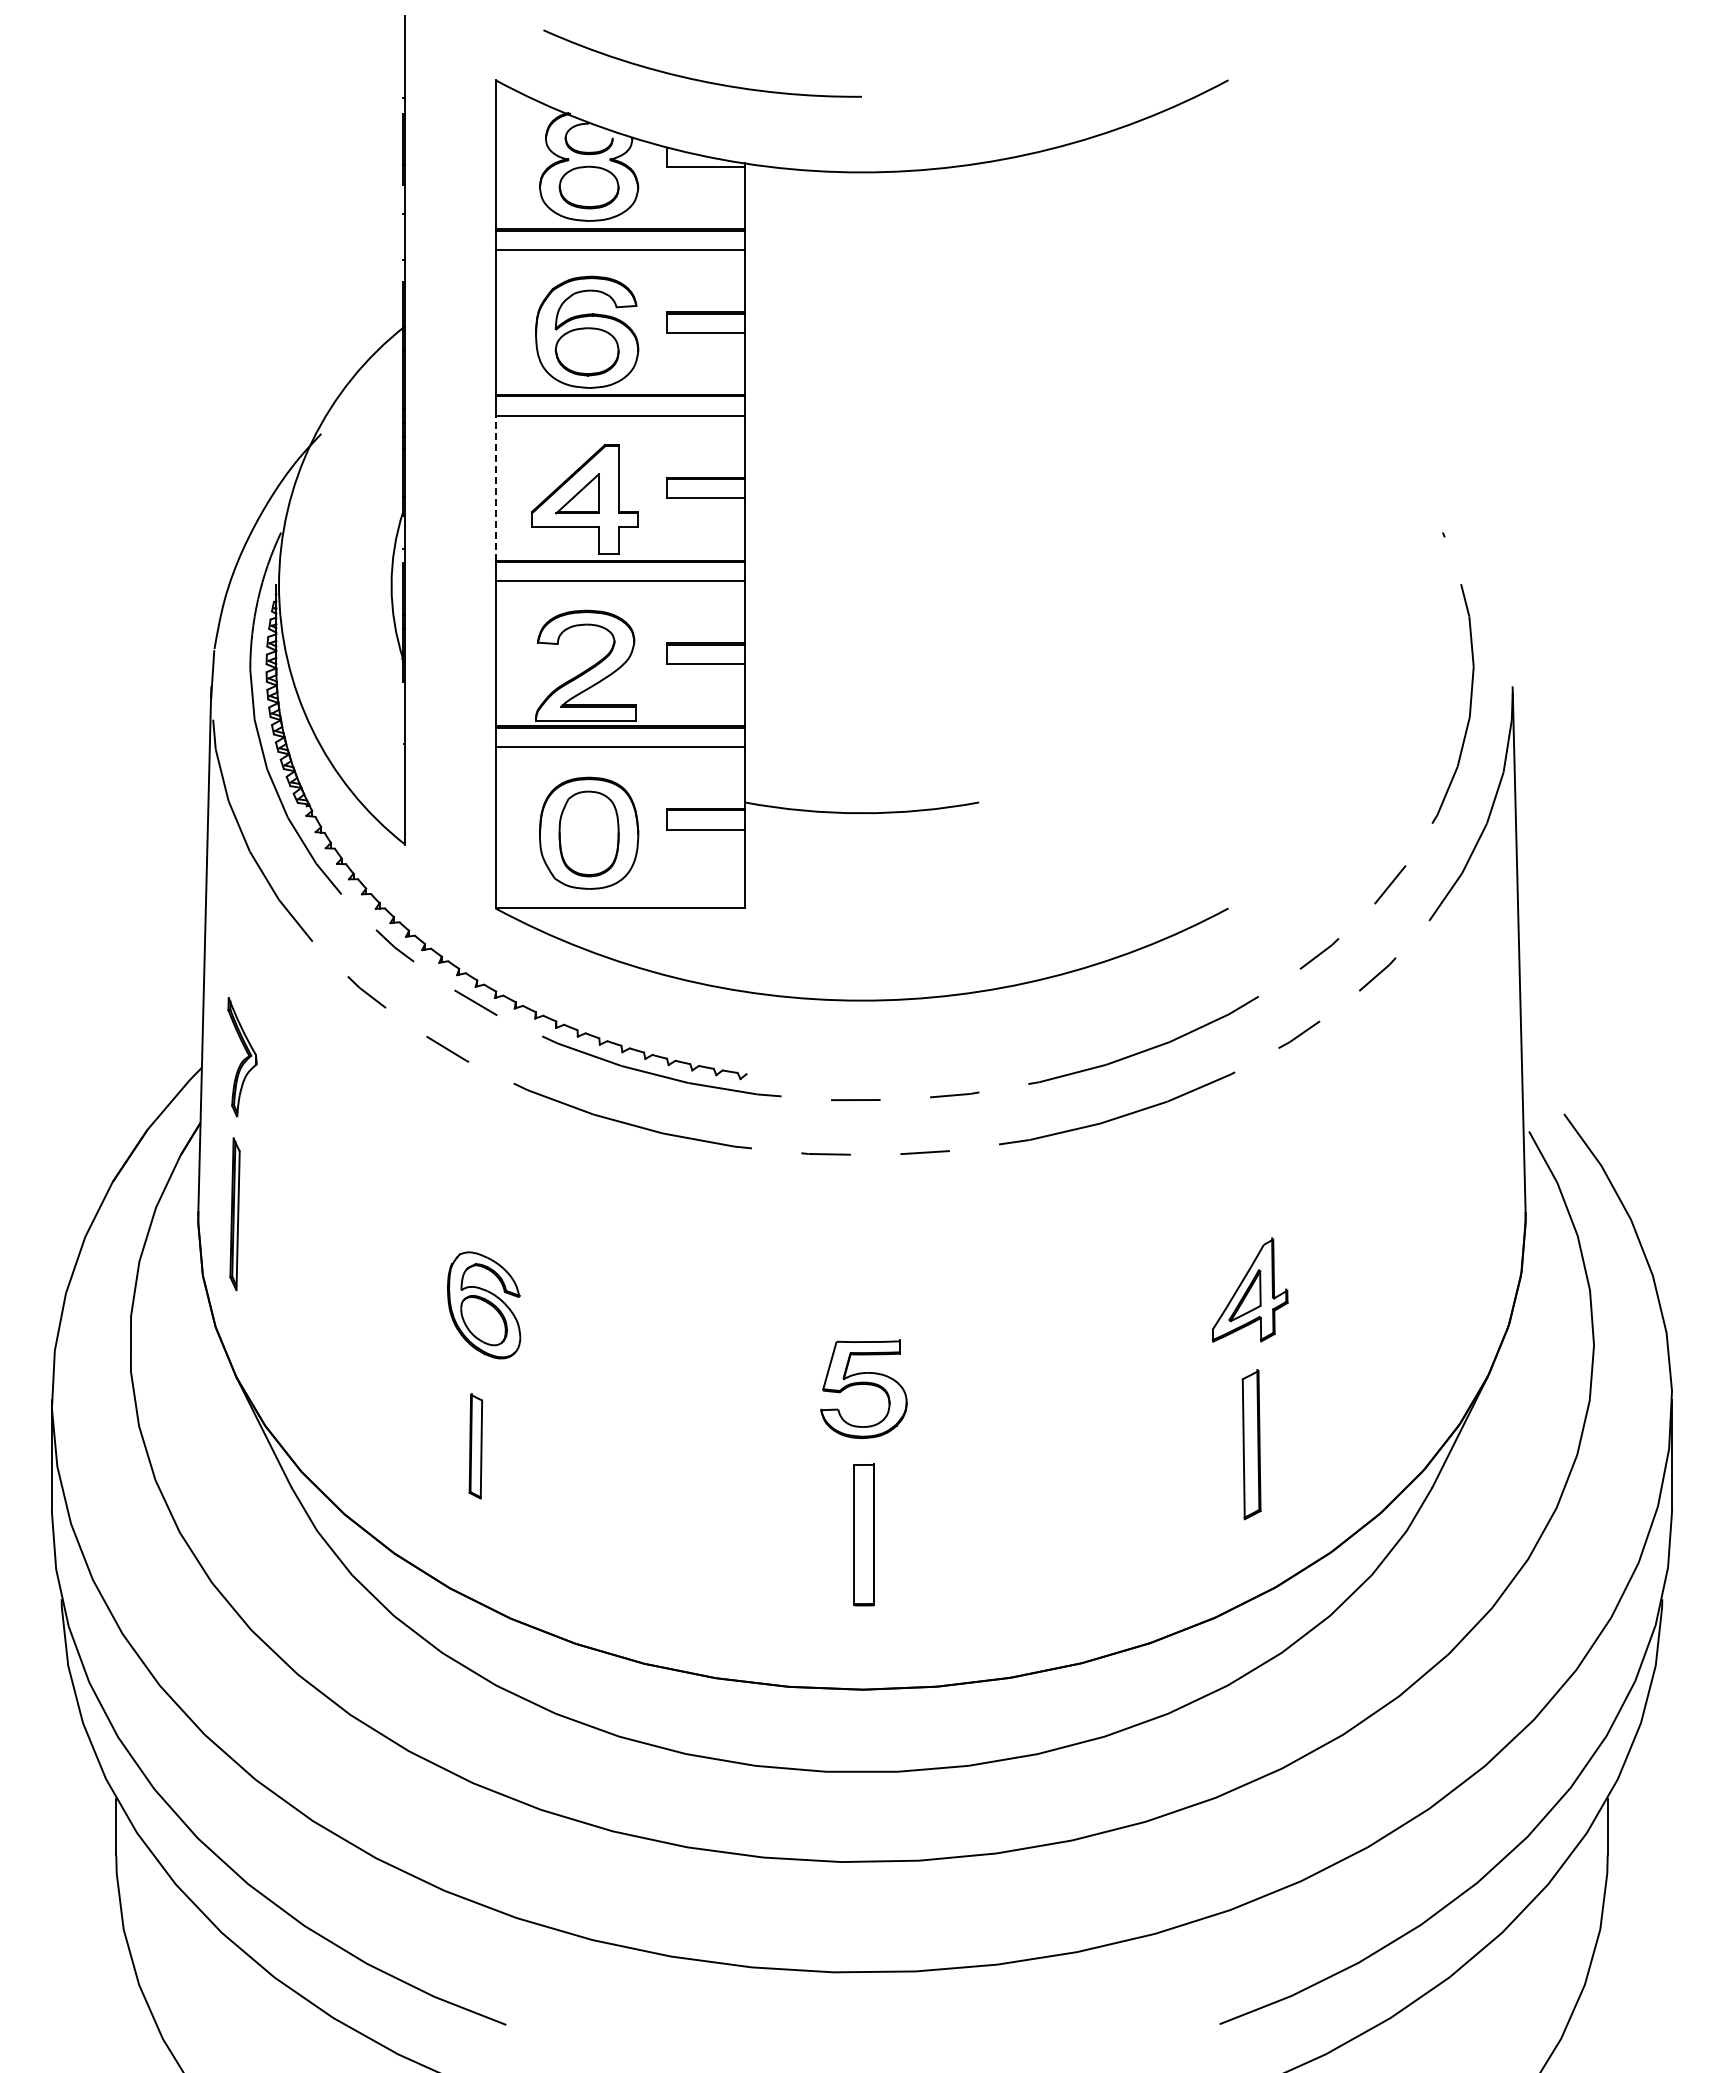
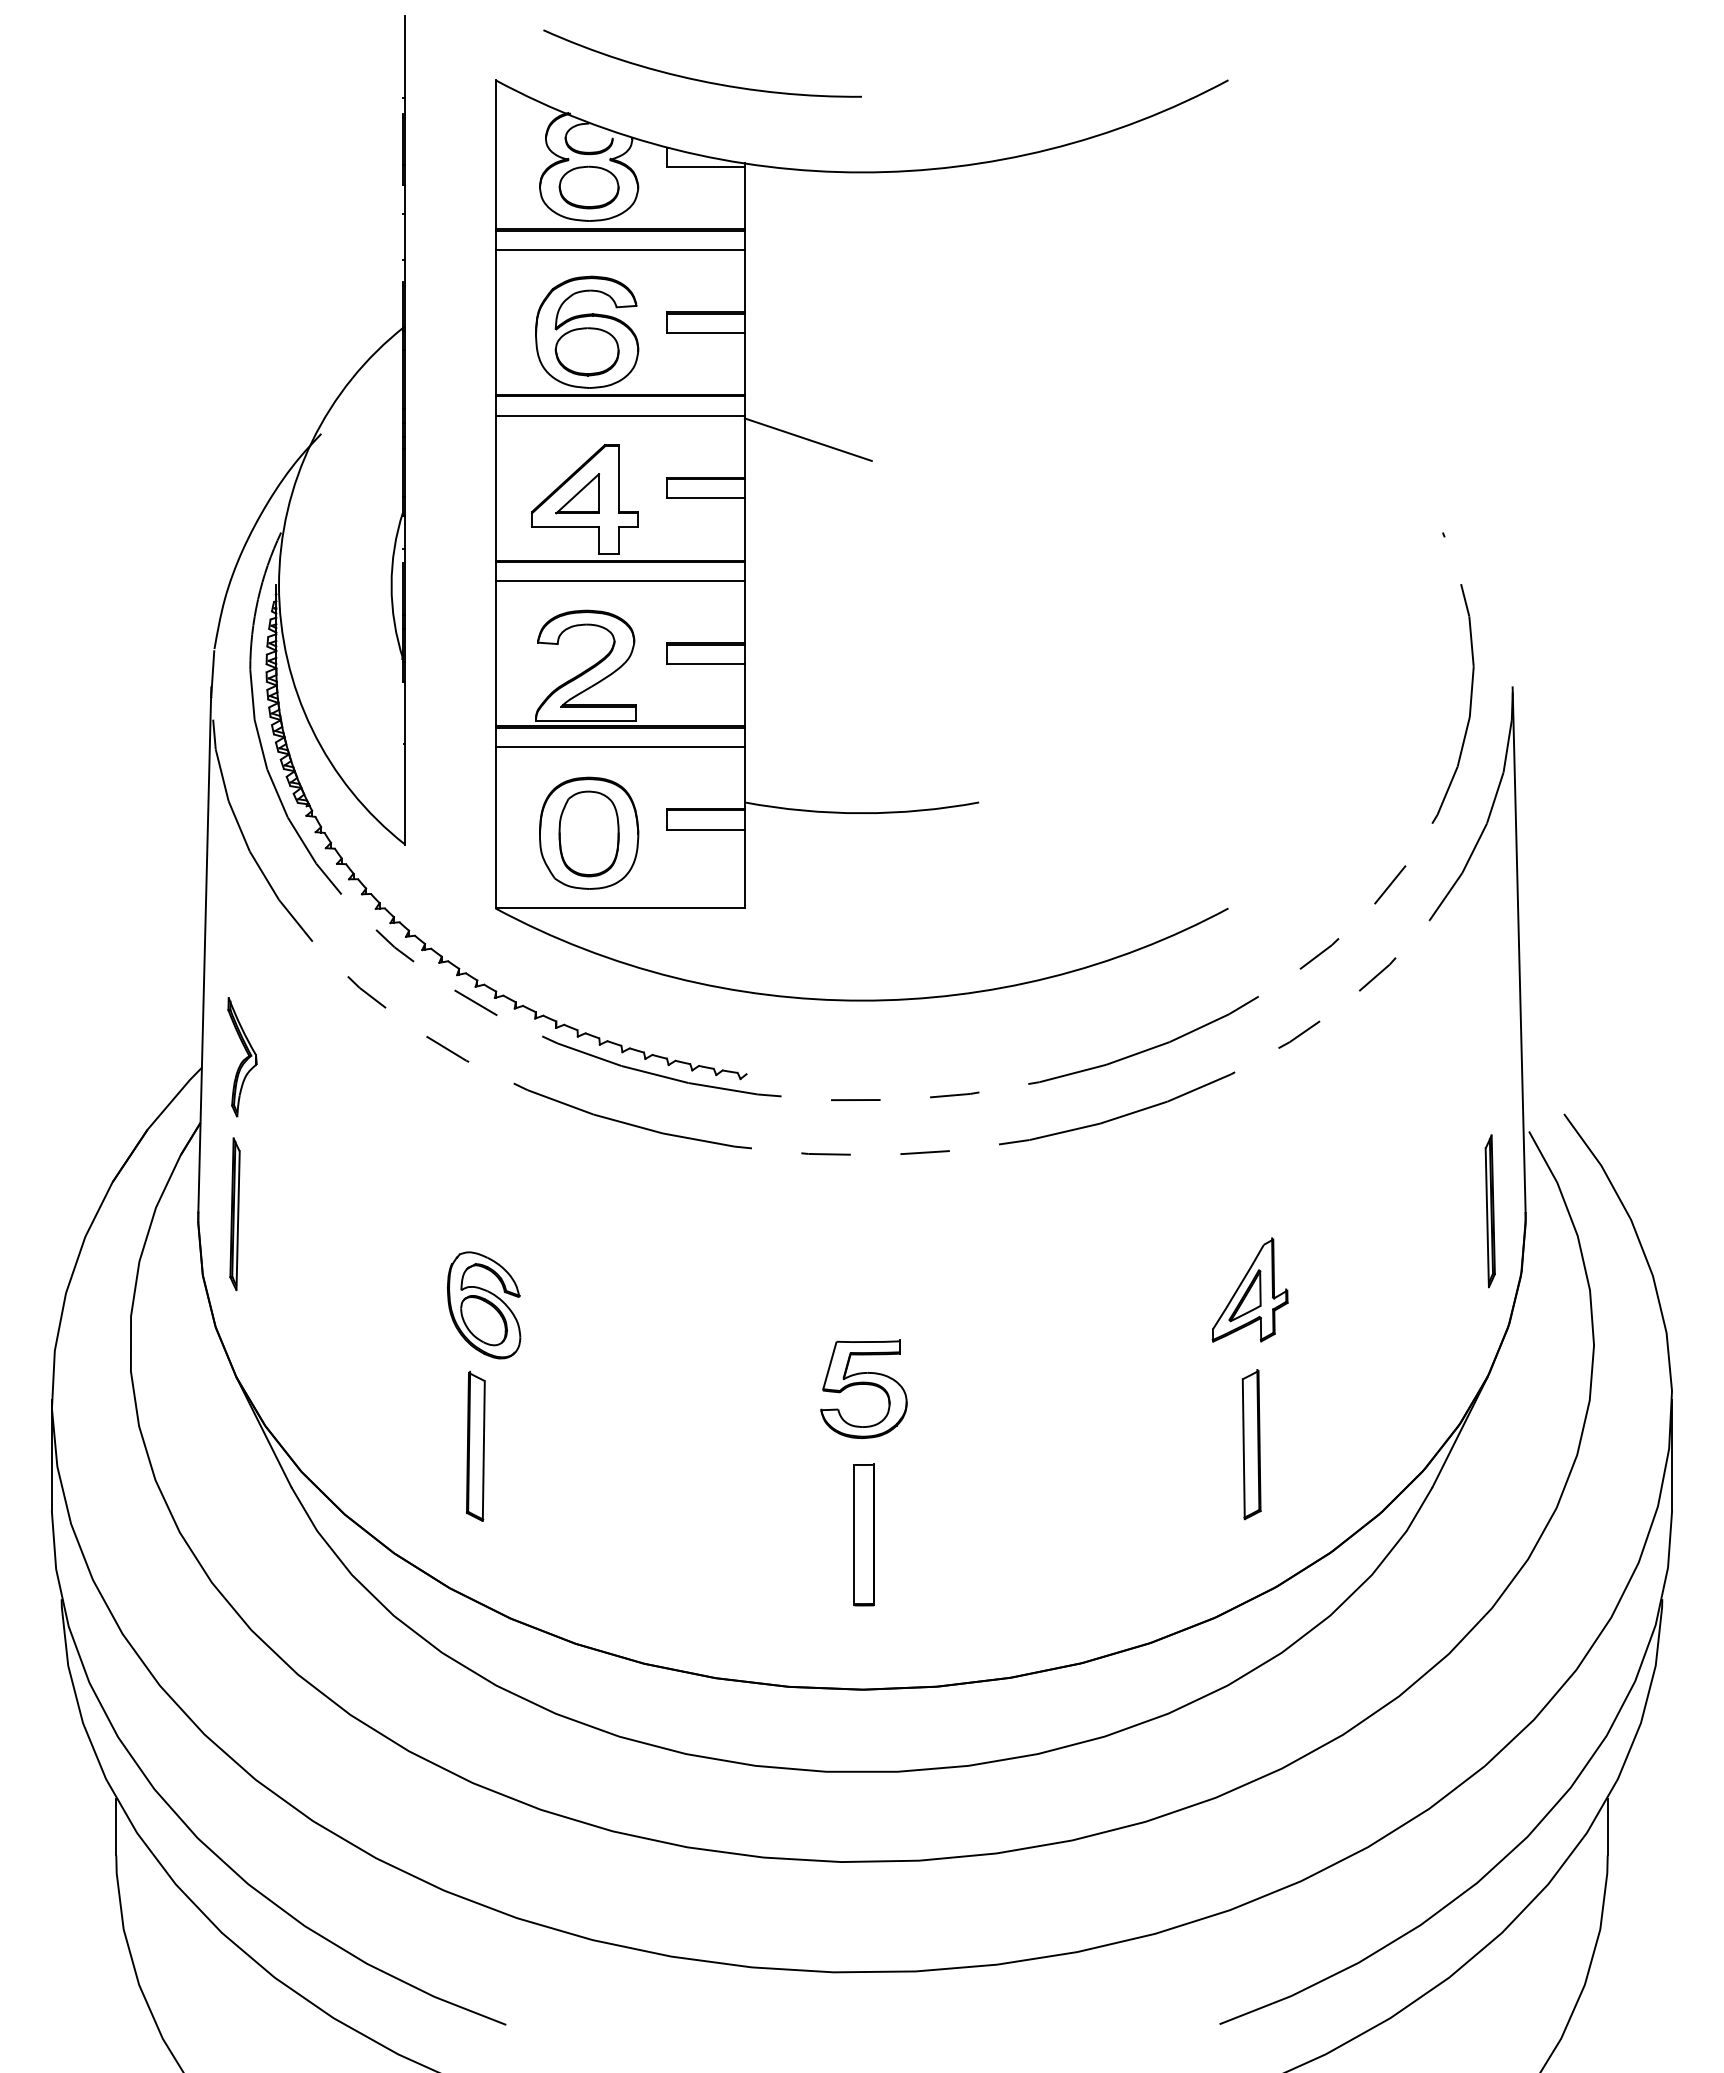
line at (807, 439): none -> present
line at (495, 487): dashed -> solid
part at (1489, 1211): none -> present
part at (475, 1446) size: 16x107 px -> 20x152 px
